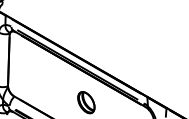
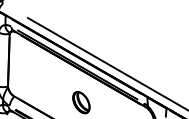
line at (106, 62): none -> present
part at (86, 102) position: (86, 102) -> (81, 102)
